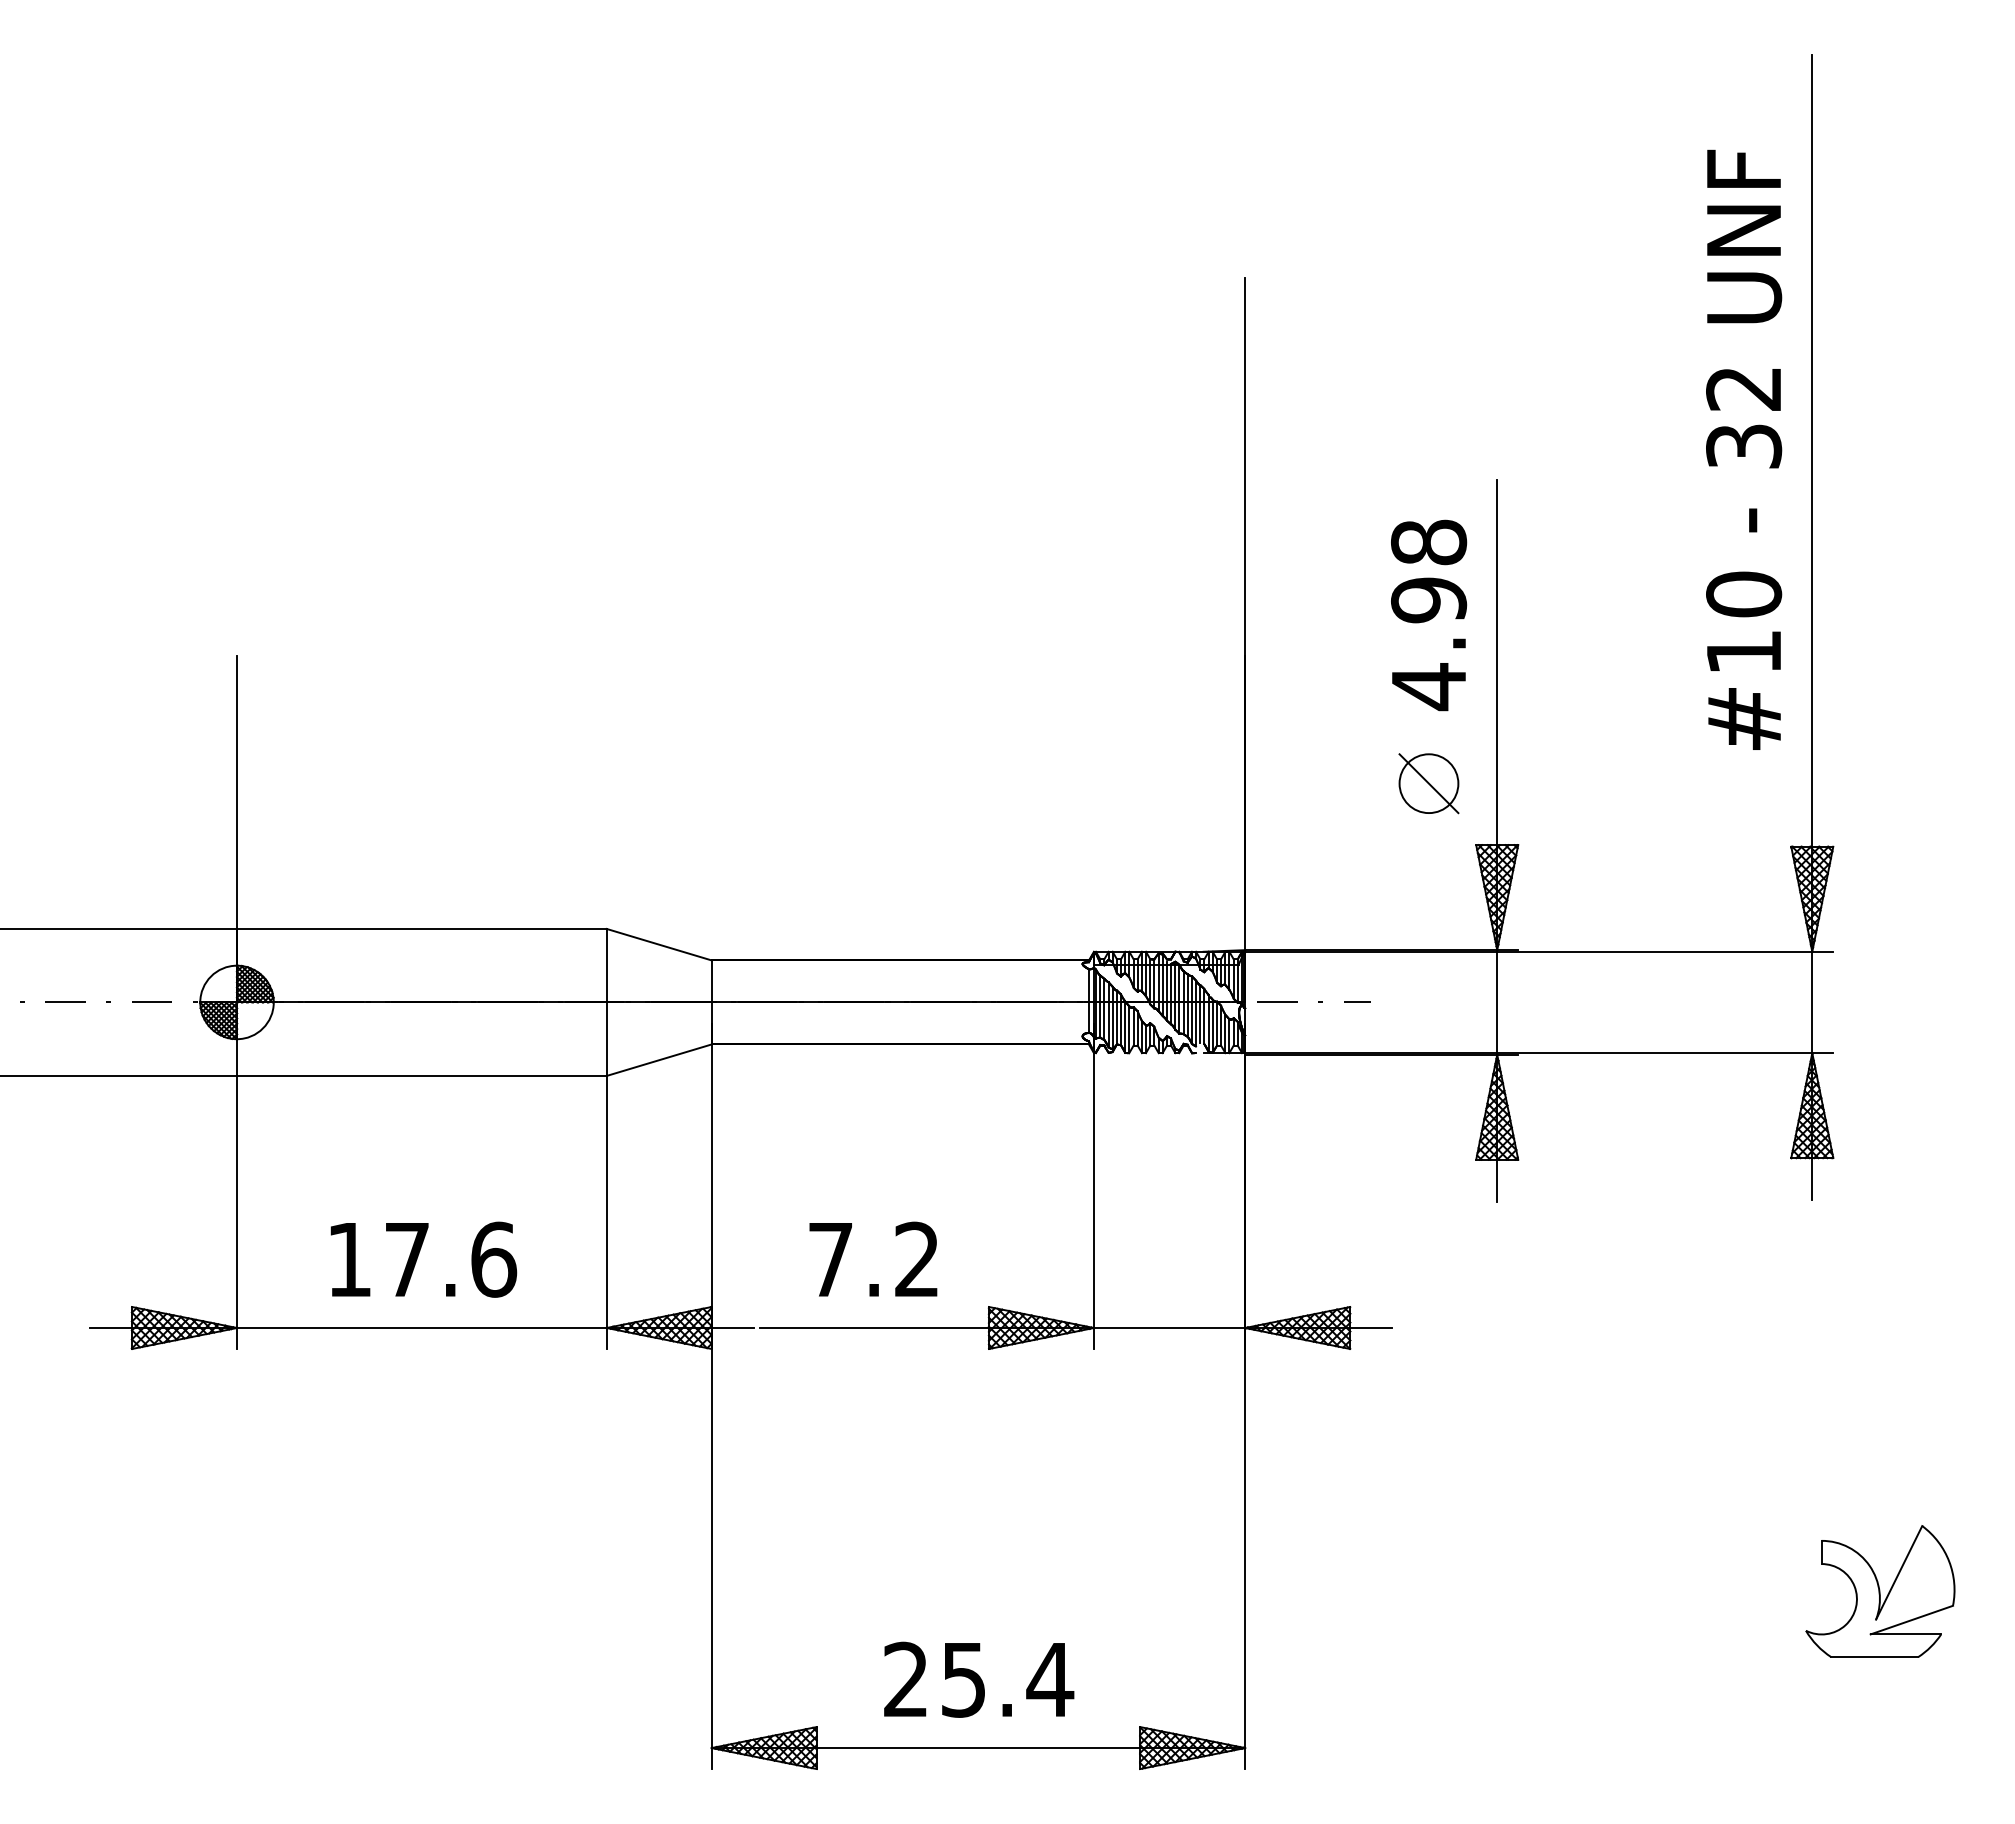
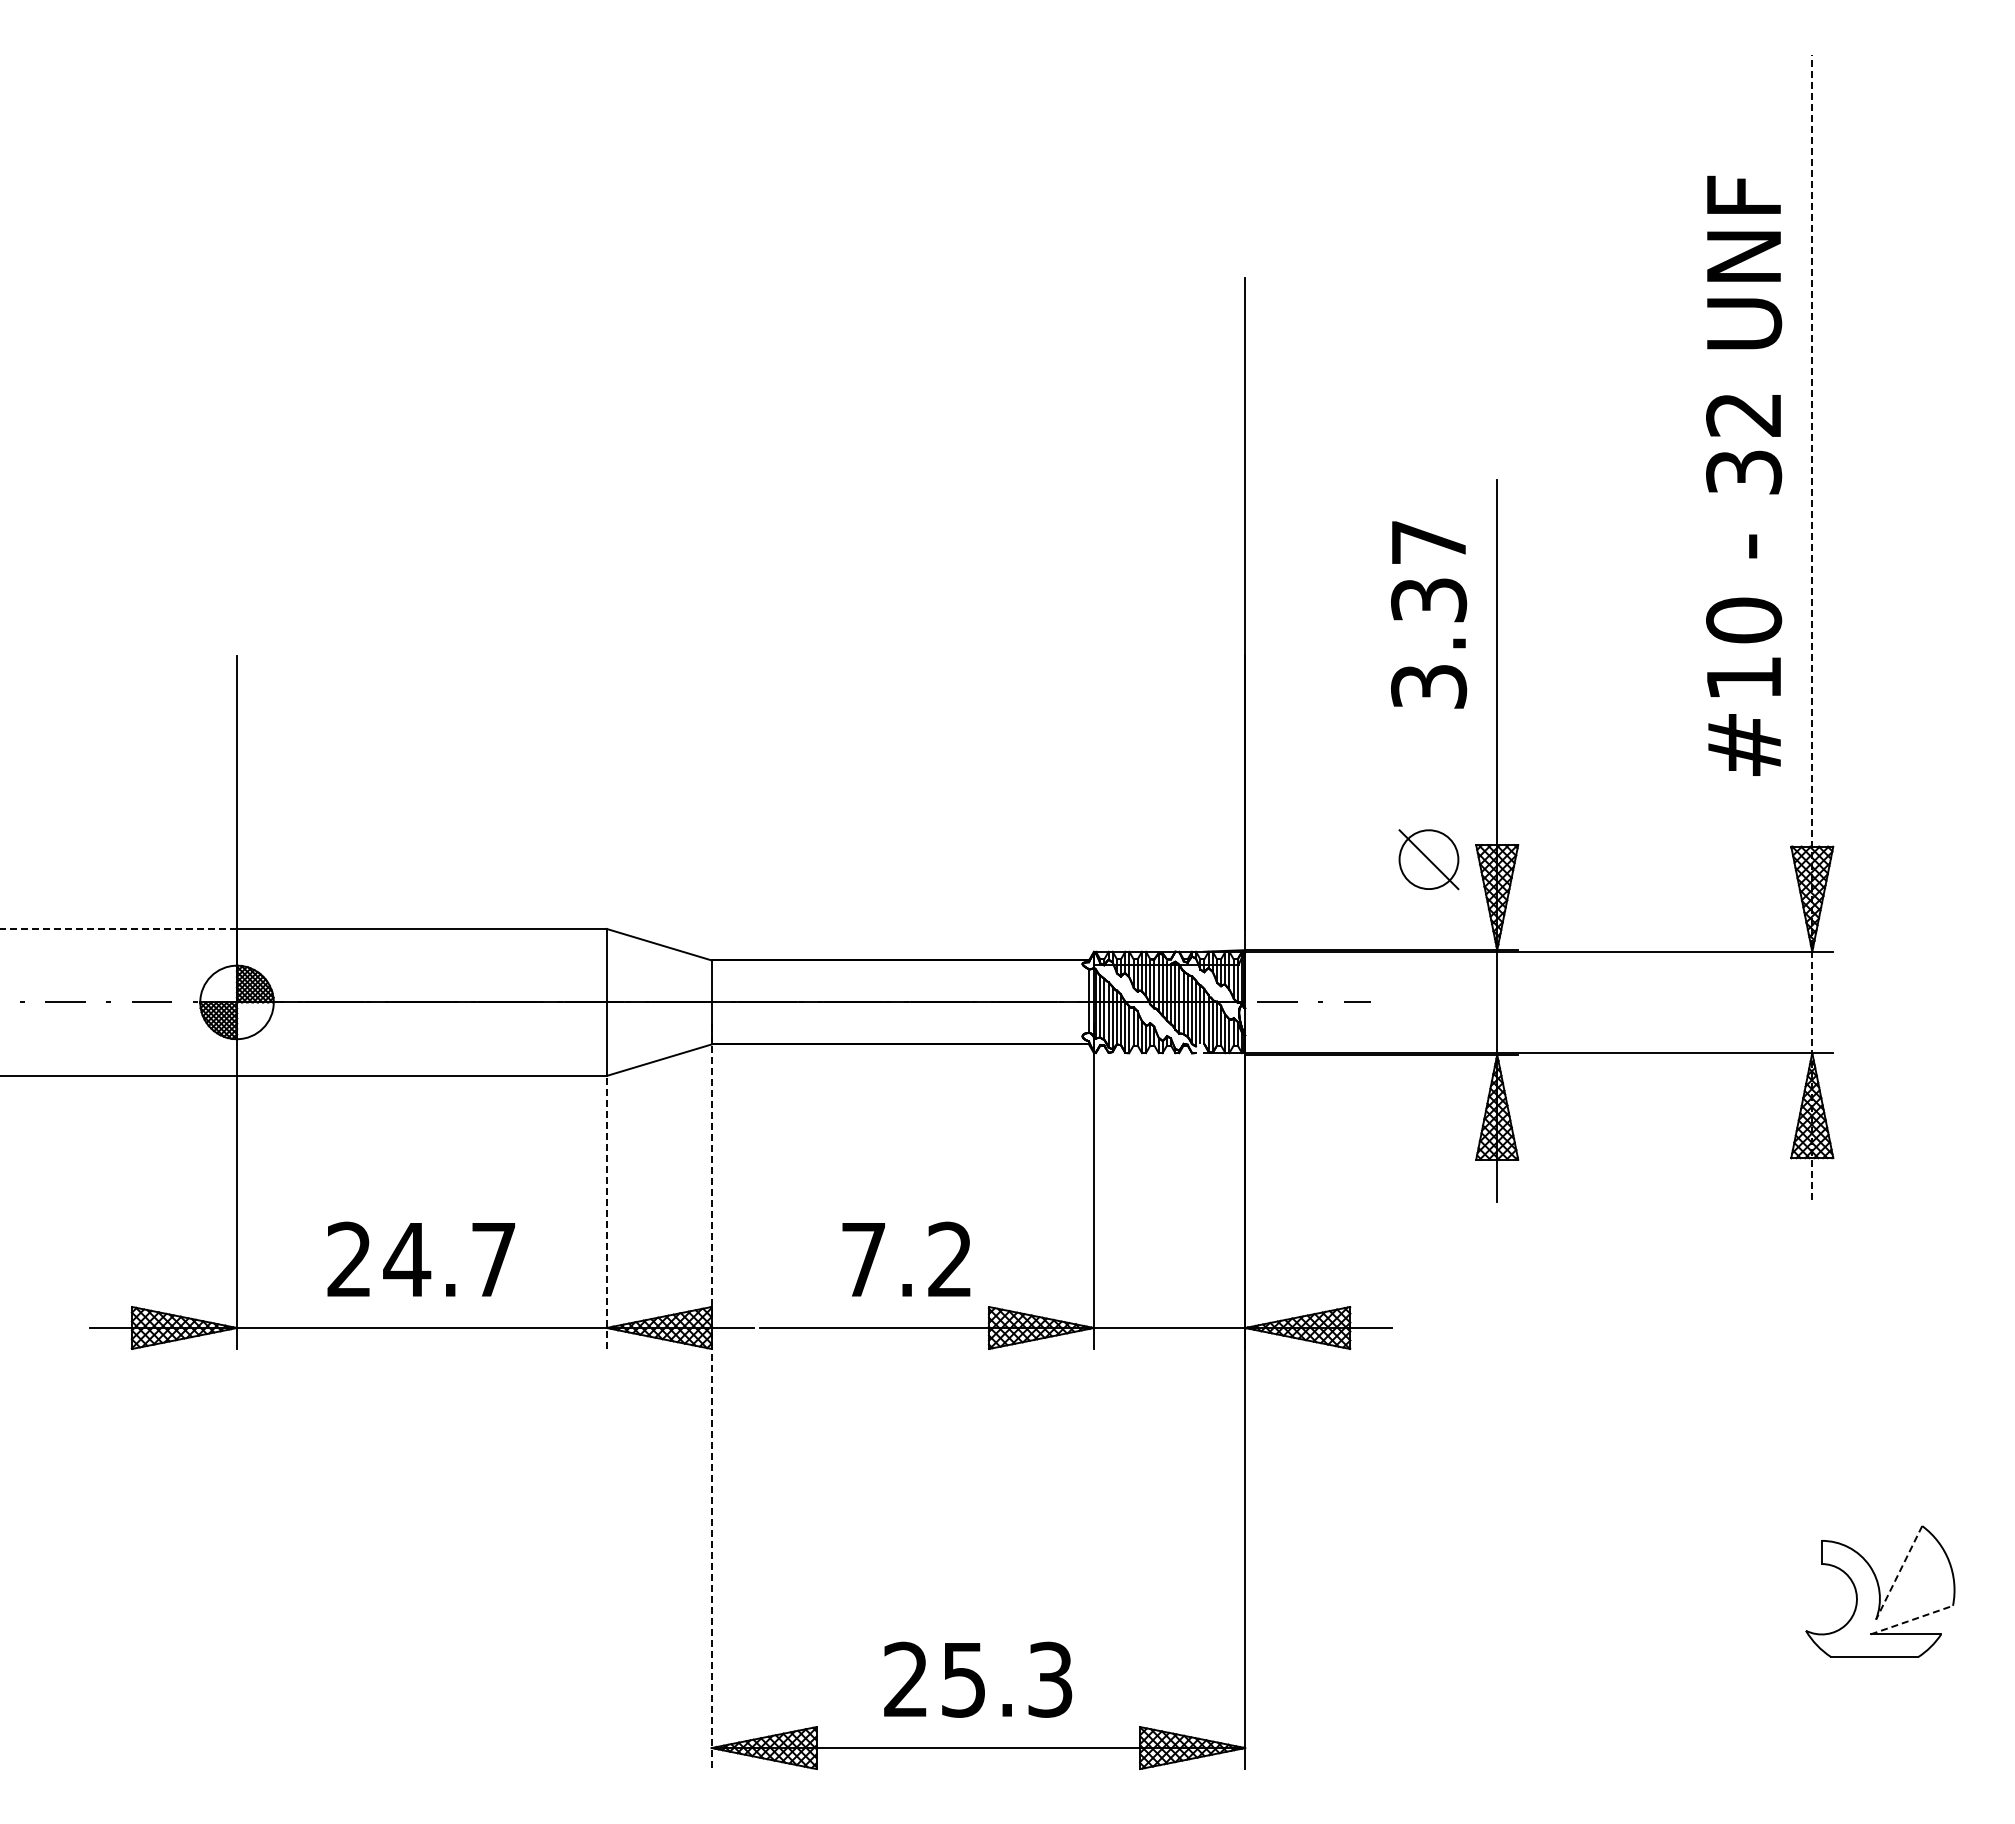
text at (1744, 449) position: (1744, 449) -> (1744, 475)
text at (1429, 615): 4.98 -> 3.37
line at (1812, 627): solid -> dashed
part at (1428, 783) position: (1428, 783) -> (1428, 859)
line at (118, 928): solid -> dashed
line at (606, 1212): solid -> dashed
text at (873, 1258) position: (873, 1258) -> (906, 1258)
text at (422, 1259): 17.6 -> 24.7
line at (711, 1396): solid -> dashed
line at (1898, 1573): solid -> dashed
line at (1911, 1620): solid -> dashed
text at (1050, 1679): 25.4 -> 25.3
